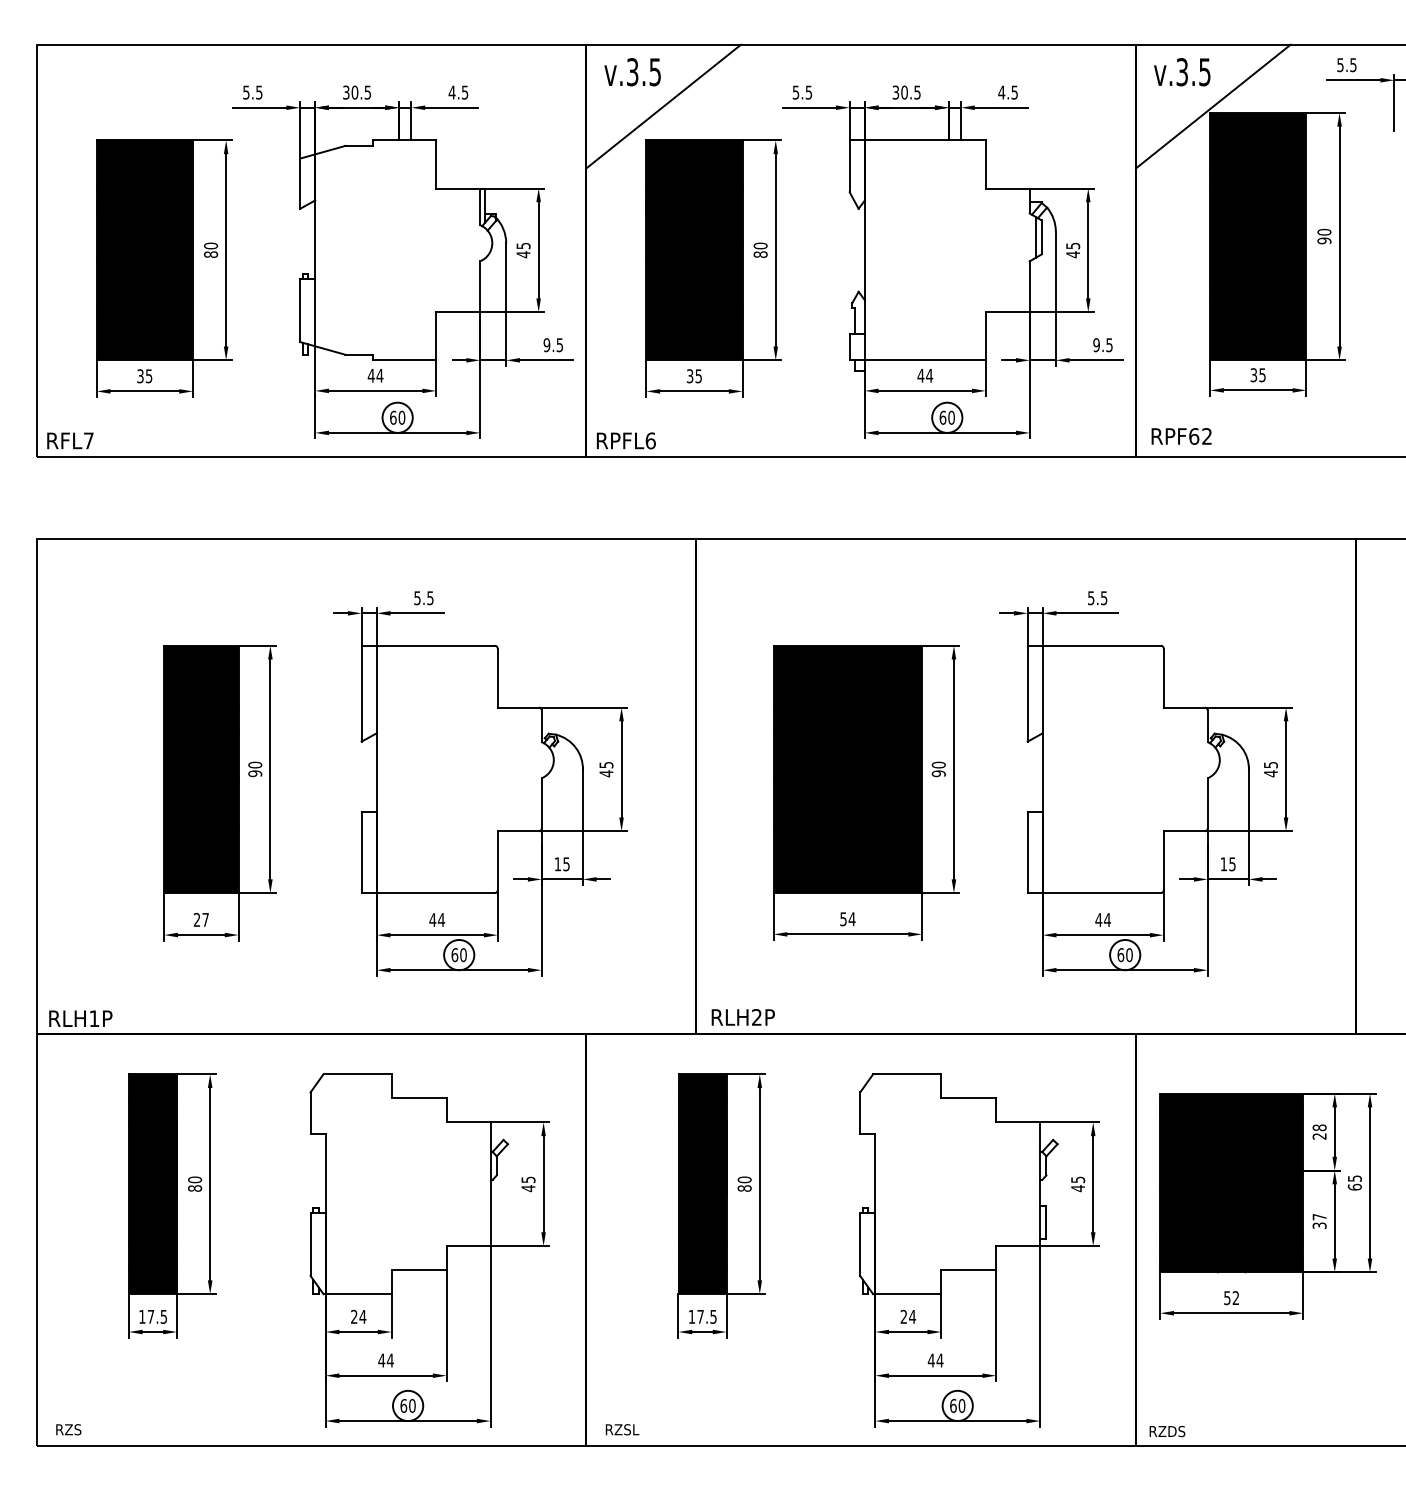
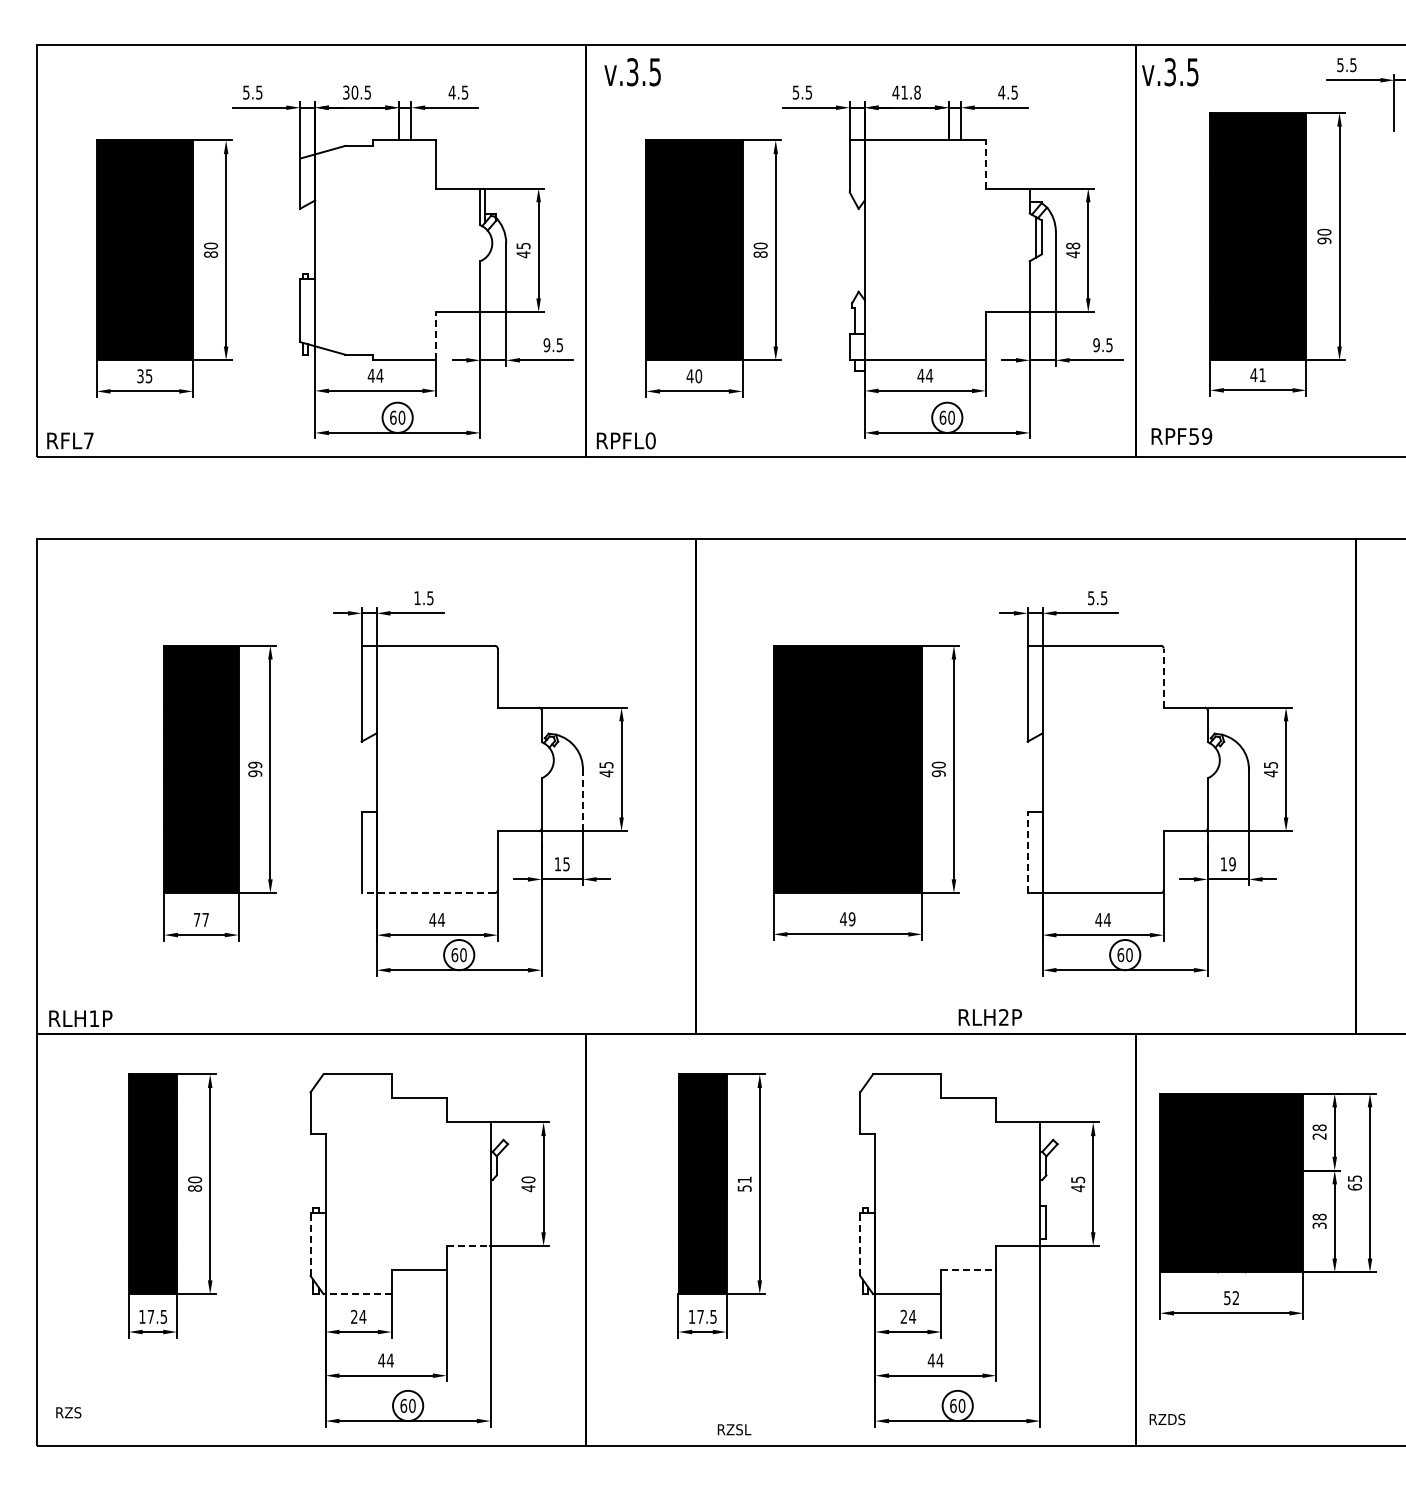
text at (1182, 72) position: (1182, 72) -> (1170, 72)
text at (906, 92): 30.5 -> 41.8
line at (663, 106): present -> none
line at (1213, 106): present -> none
line at (985, 163): solid -> dashed
text at (1073, 245): 45 -> 48
line at (436, 335): solid -> dashed
text at (1257, 375): 35 -> 41
text at (694, 376): 35 -> 40
text at (1200, 436): RPF62 -> RPF59
text at (650, 440): RPFL6 -> RPFL0
text at (417, 598): 5.5 -> 1.5
line at (1163, 678): solid -> dashed
text at (255, 764): 90 -> 99
line at (582, 798): solid -> dashed
line at (1027, 852): solid -> dashed
text at (1232, 863): 15 -> 19
line at (428, 893): solid -> dashed
text at (196, 919): 27 -> 77
text at (847, 919): 54 -> 49
text at (742, 1017) position: (742, 1017) -> (989, 1017)
text at (528, 1179): 45 -> 40
text at (744, 1183): 80 -> 51
text at (1319, 1216): 37 -> 38
line at (310, 1244): solid -> dashed
line at (860, 1244): solid -> dashed
line at (468, 1246): solid -> dashed
line at (969, 1270): solid -> dashed
line at (357, 1294): solid -> dashed
text at (68, 1429) position: (68, 1429) -> (68, 1412)
text at (622, 1429) position: (622, 1429) -> (734, 1429)
text at (1167, 1431) position: (1167, 1431) -> (1167, 1419)
